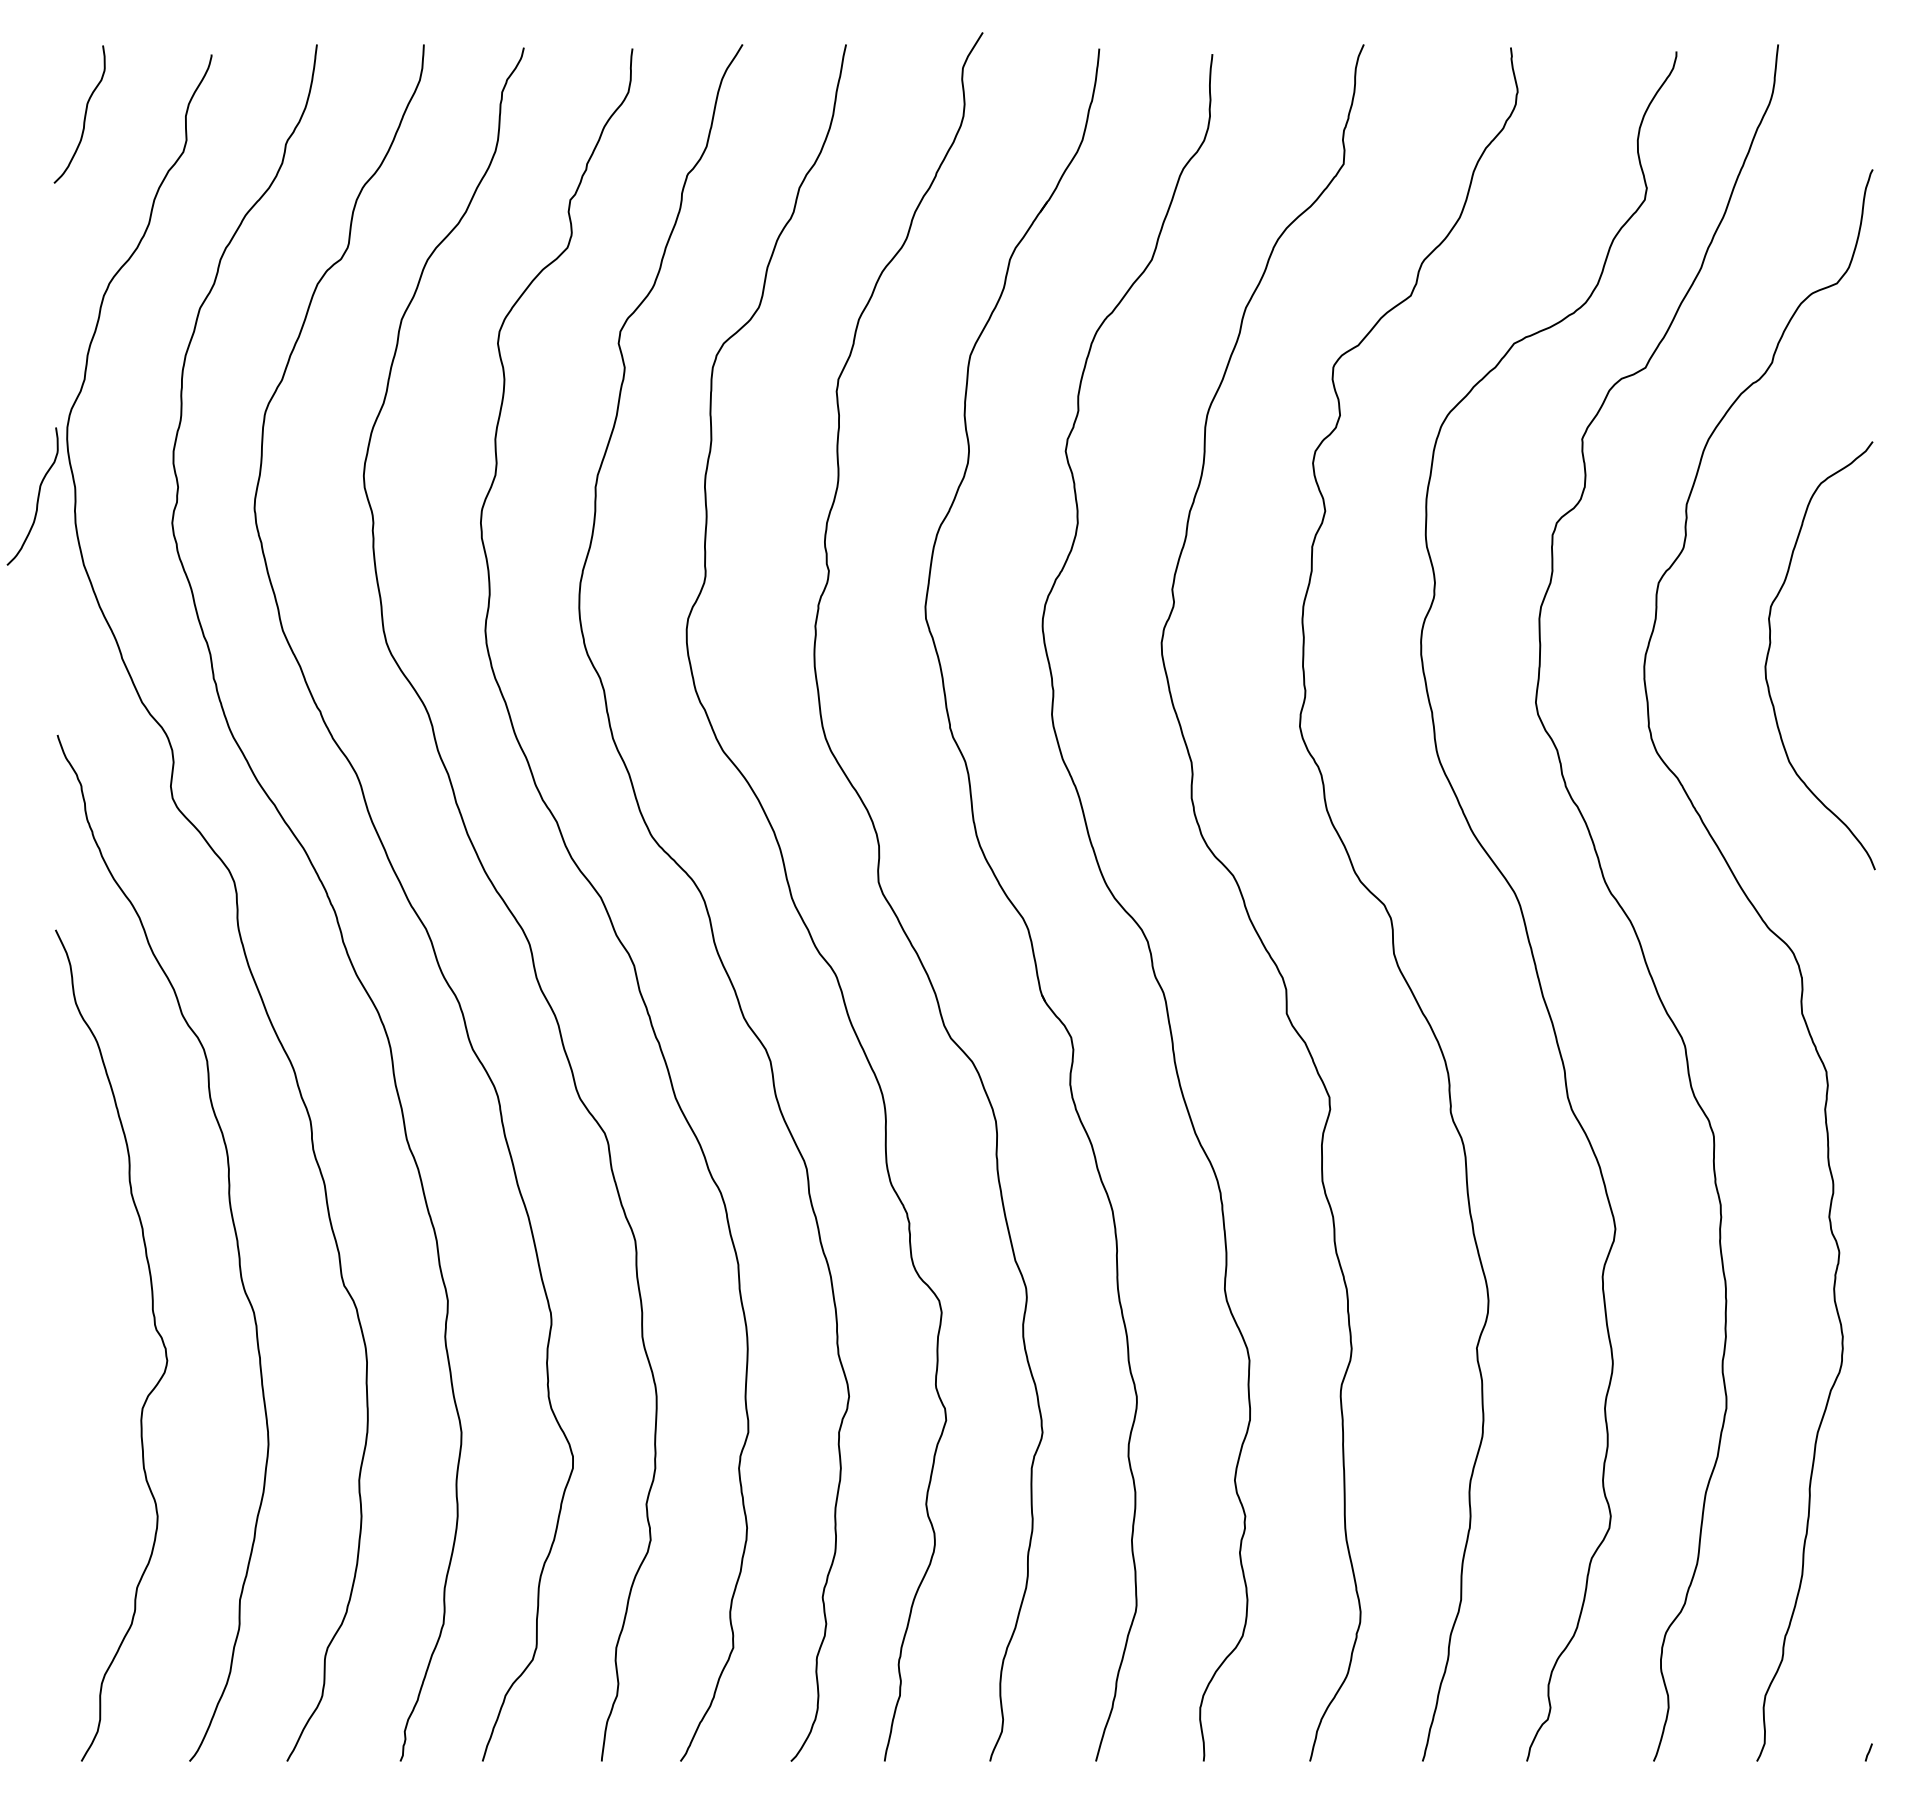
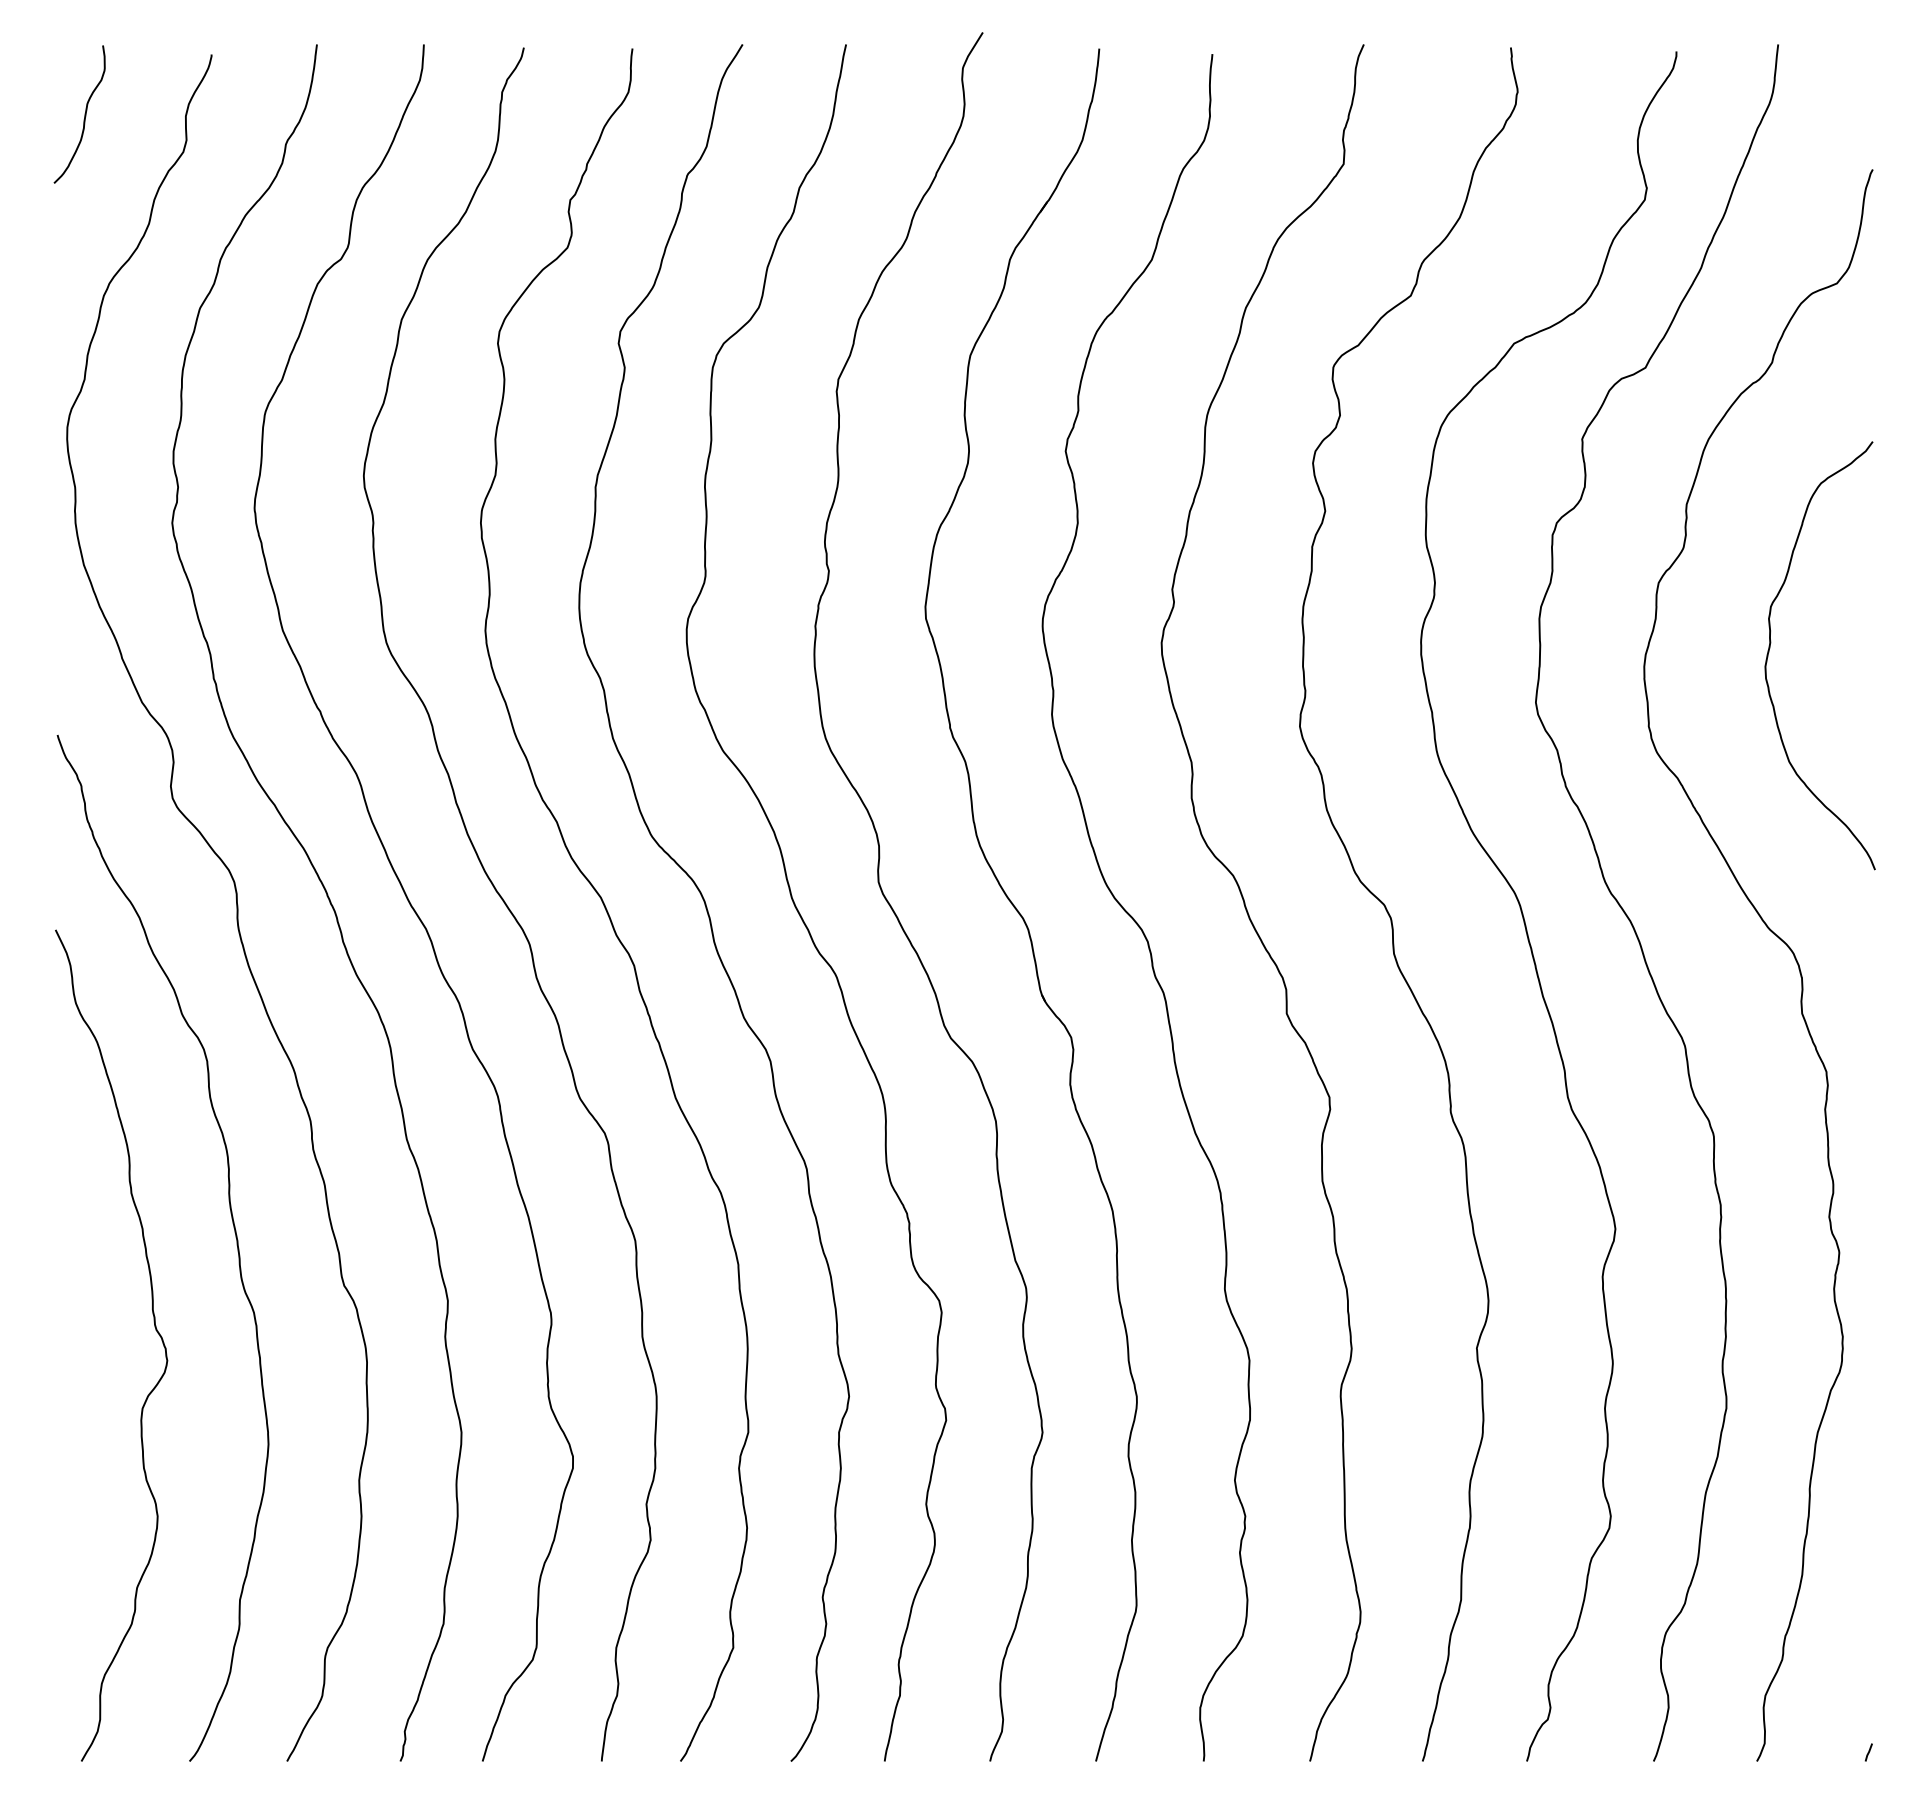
curve at (37, 496): present -> none
